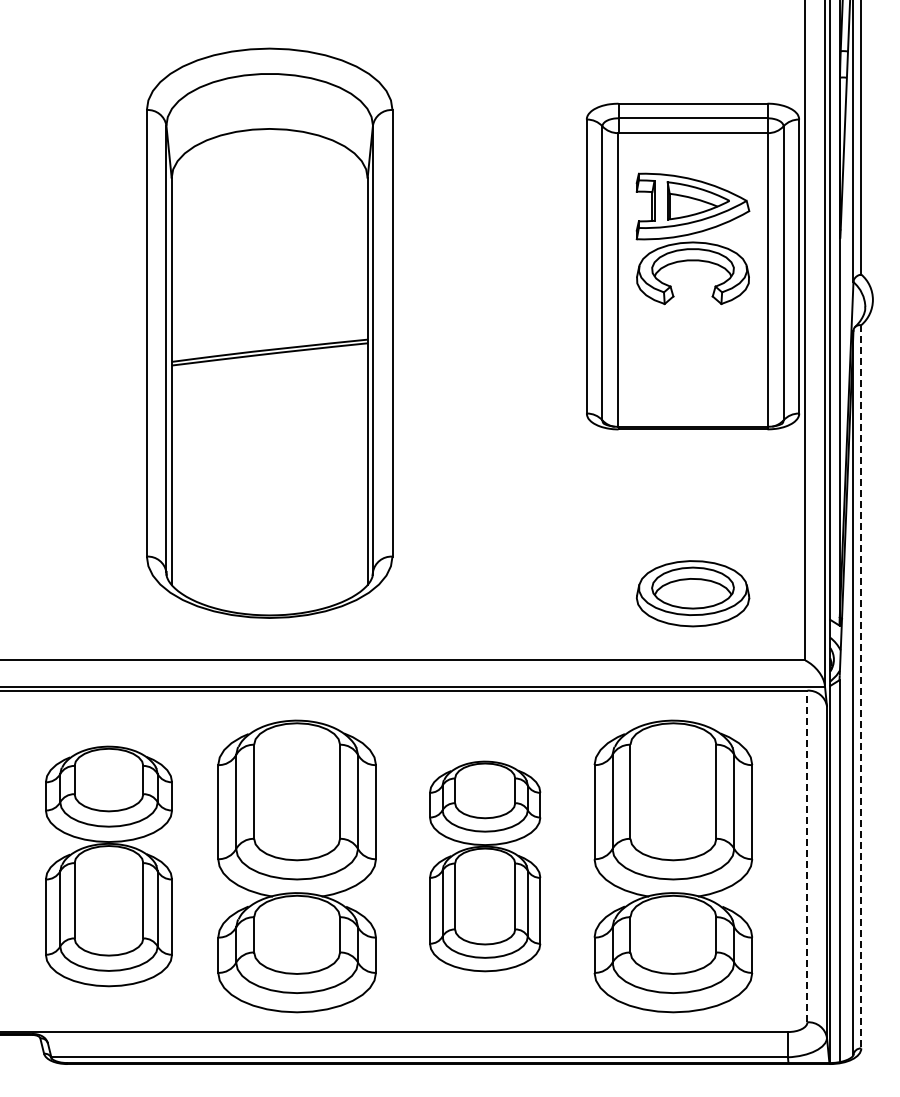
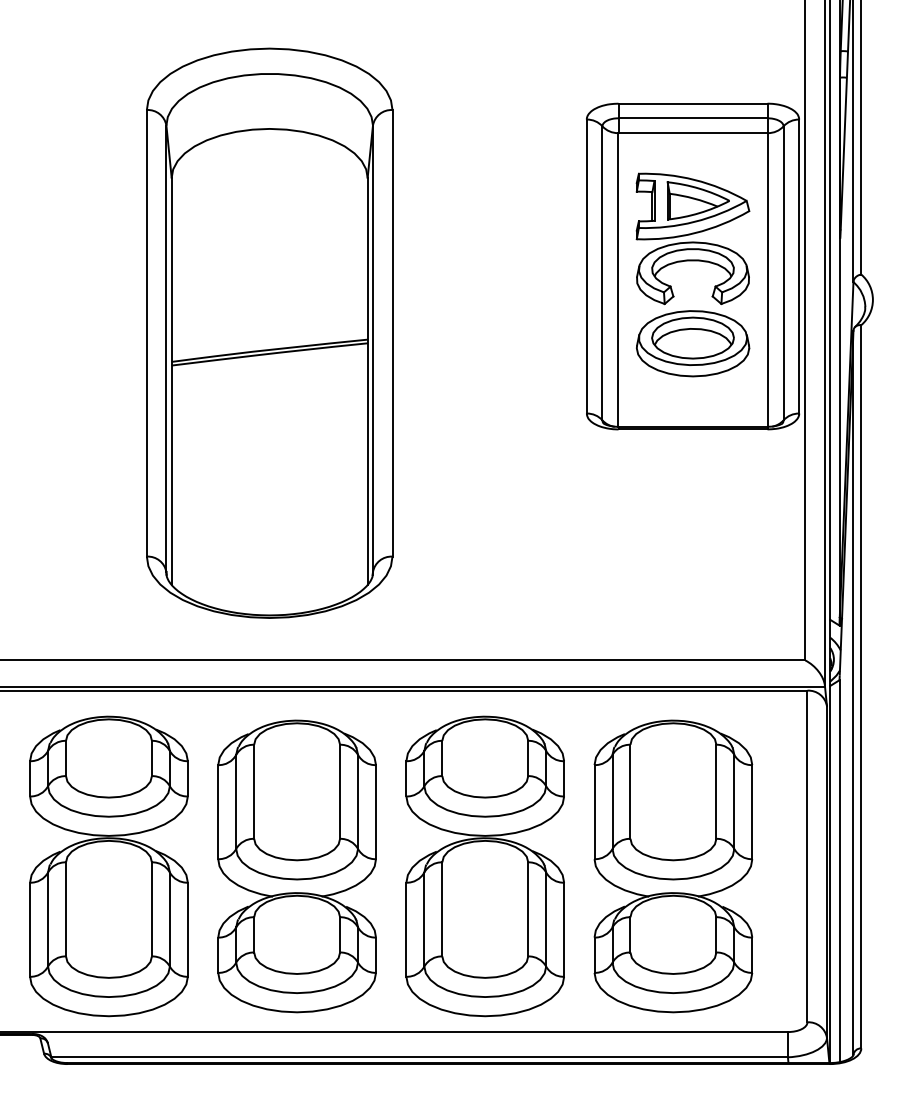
part at (693, 593) position: (693, 593) -> (693, 343)
line at (861, 686): dashed -> solid
line at (807, 856): dashed -> solid
part at (108, 866) size: 128x243 px -> 160x303 px
part at (485, 866) size: 113x213 px -> 160x303 px
